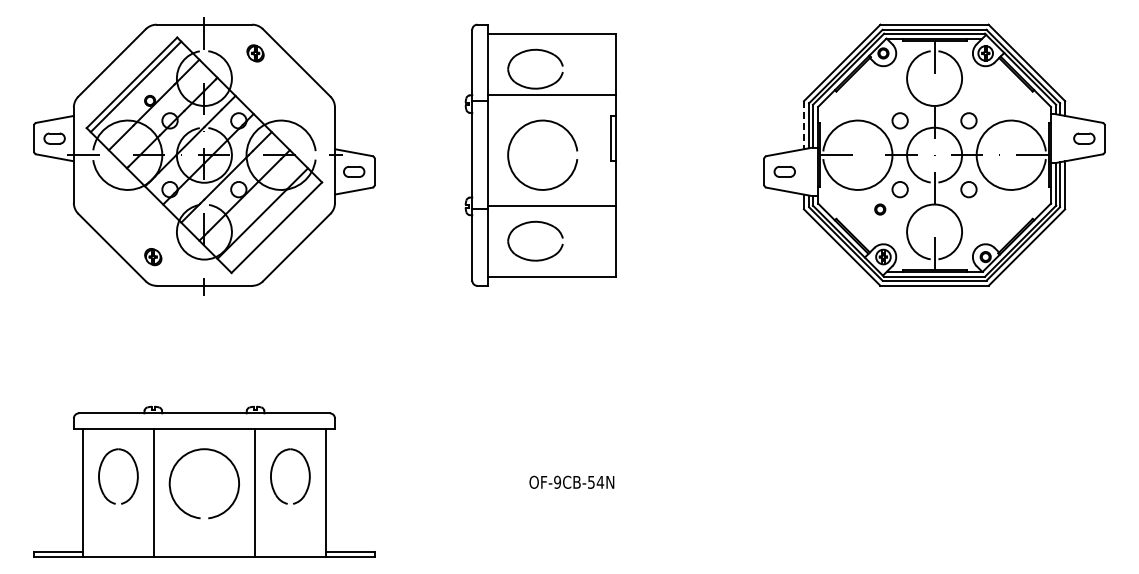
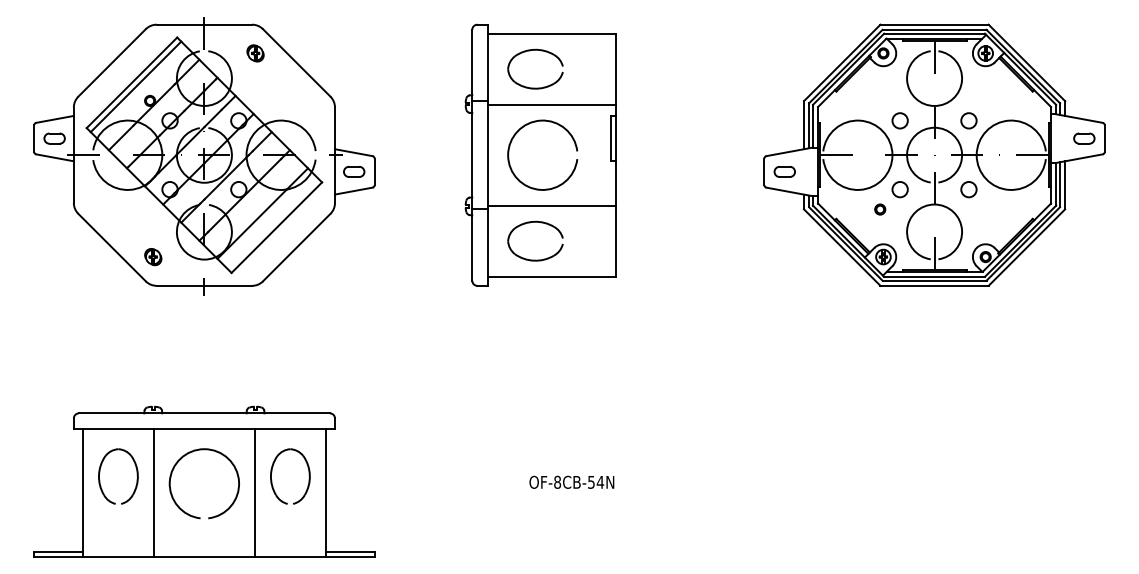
line at (551, 94) position: (551, 94) -> (551, 104)
line at (804, 125): dashed -> solid
text at (557, 482): OF-9CB-54N -> OF-8CB-54N
